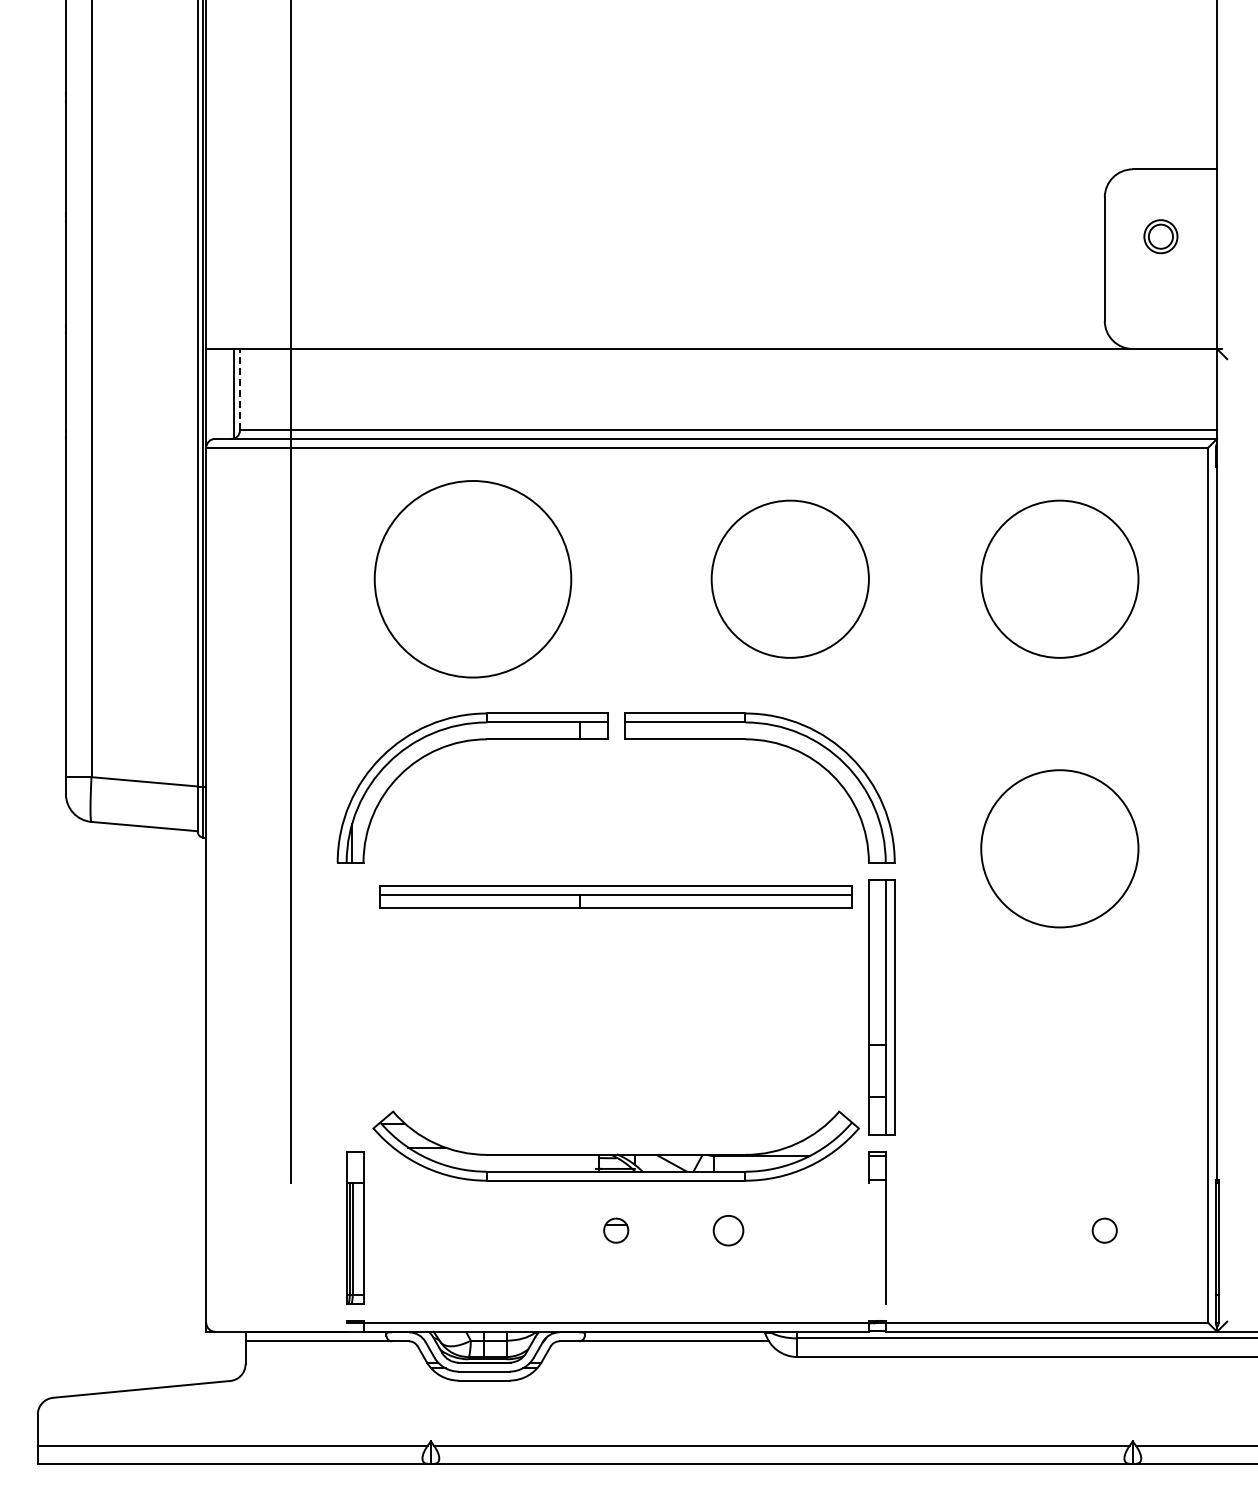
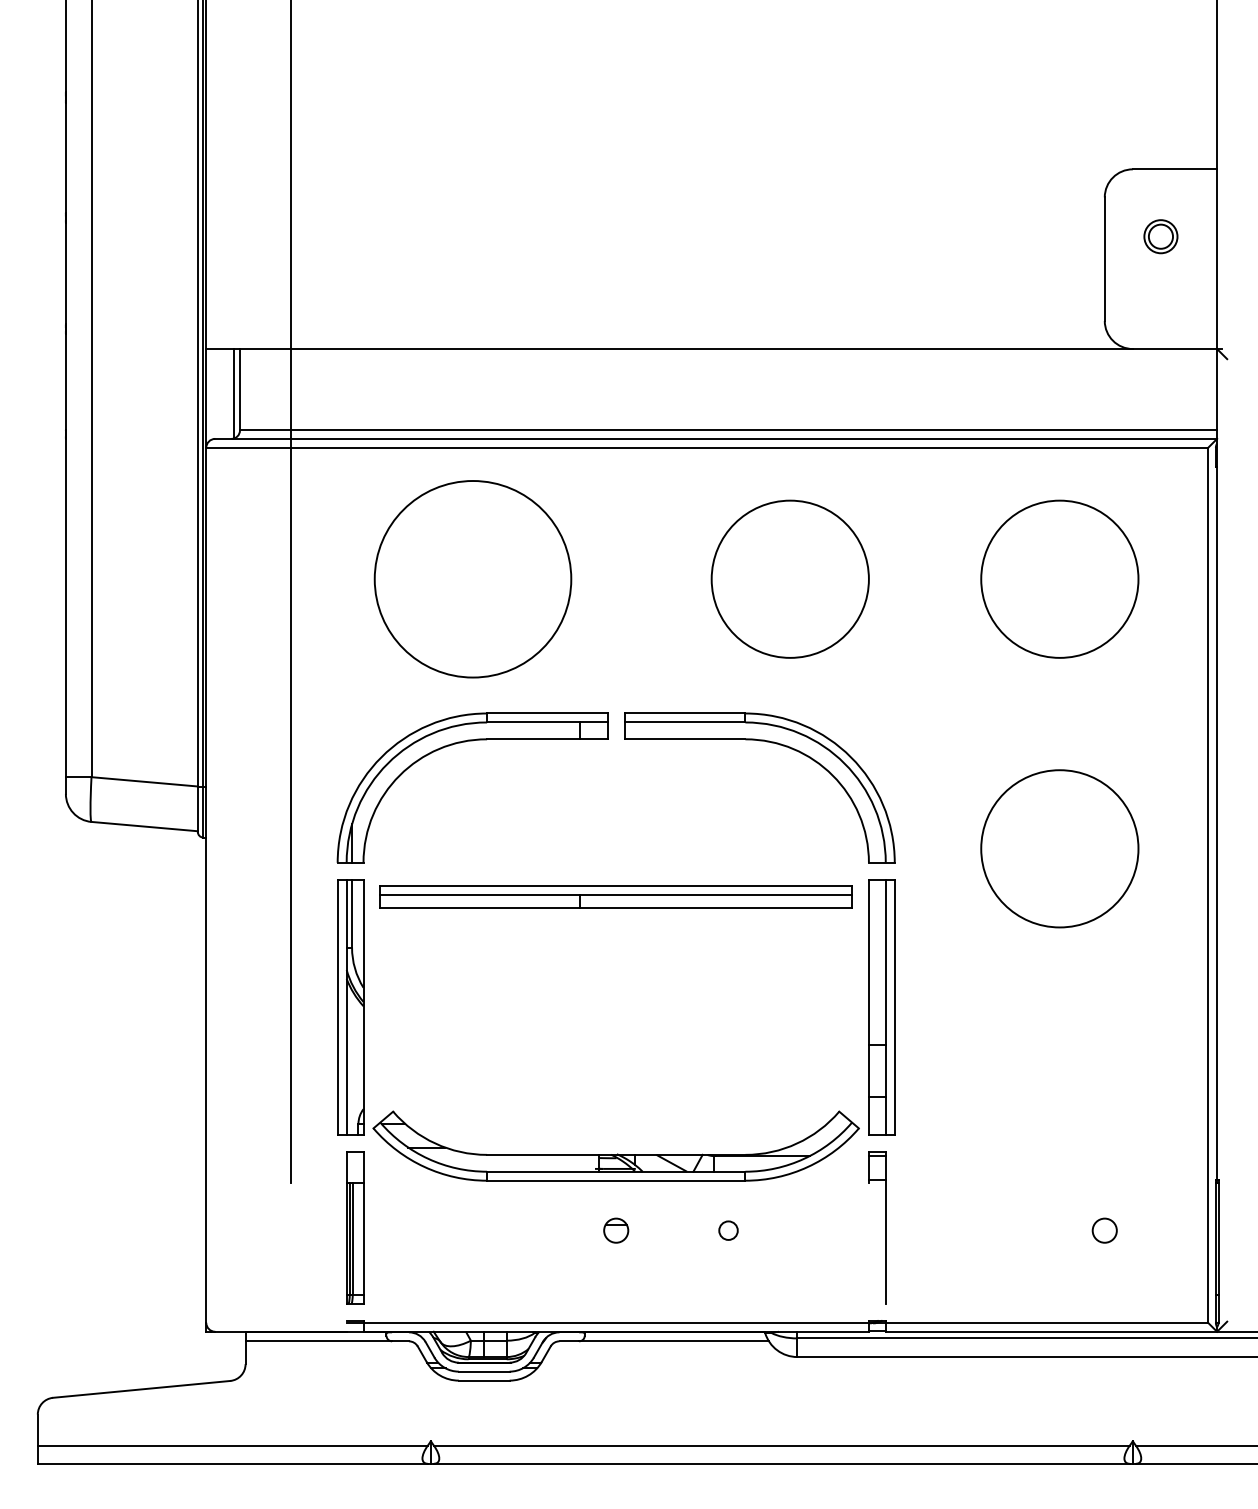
line at (239, 389): dashed -> solid
part at (350, 1007): none -> present
circle at (728, 1230) diameter: 30 px -> 19 px
